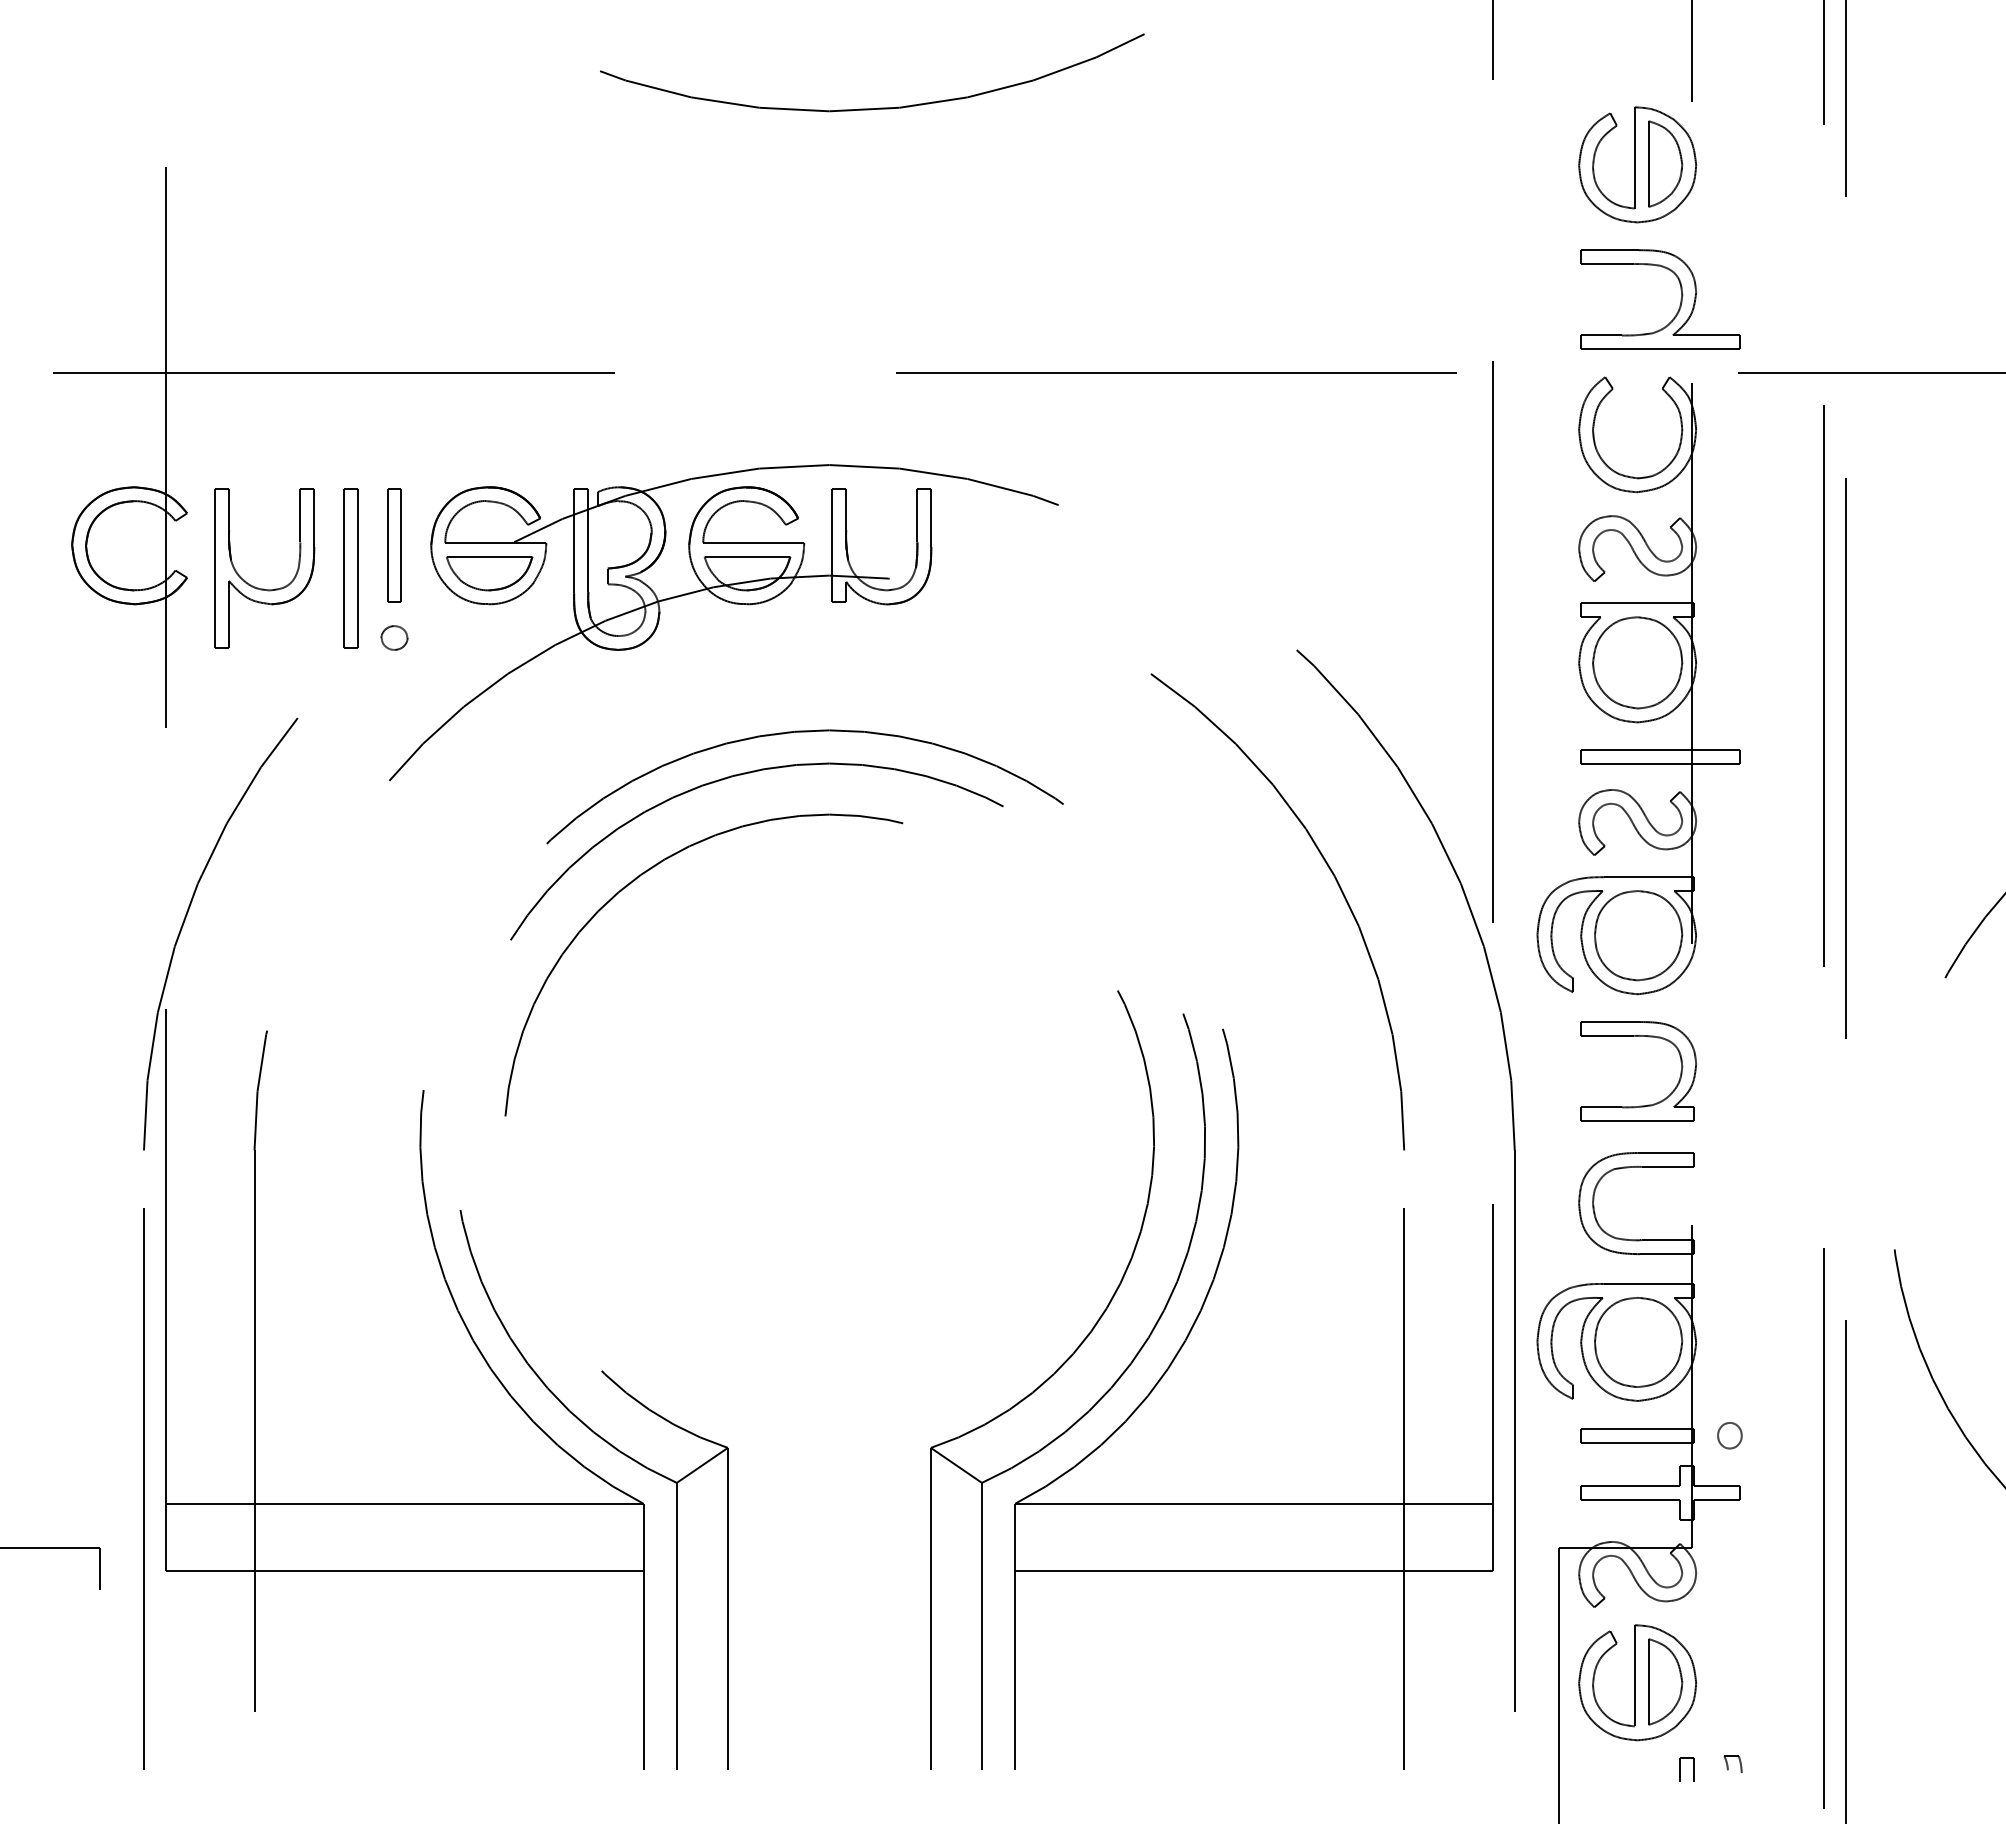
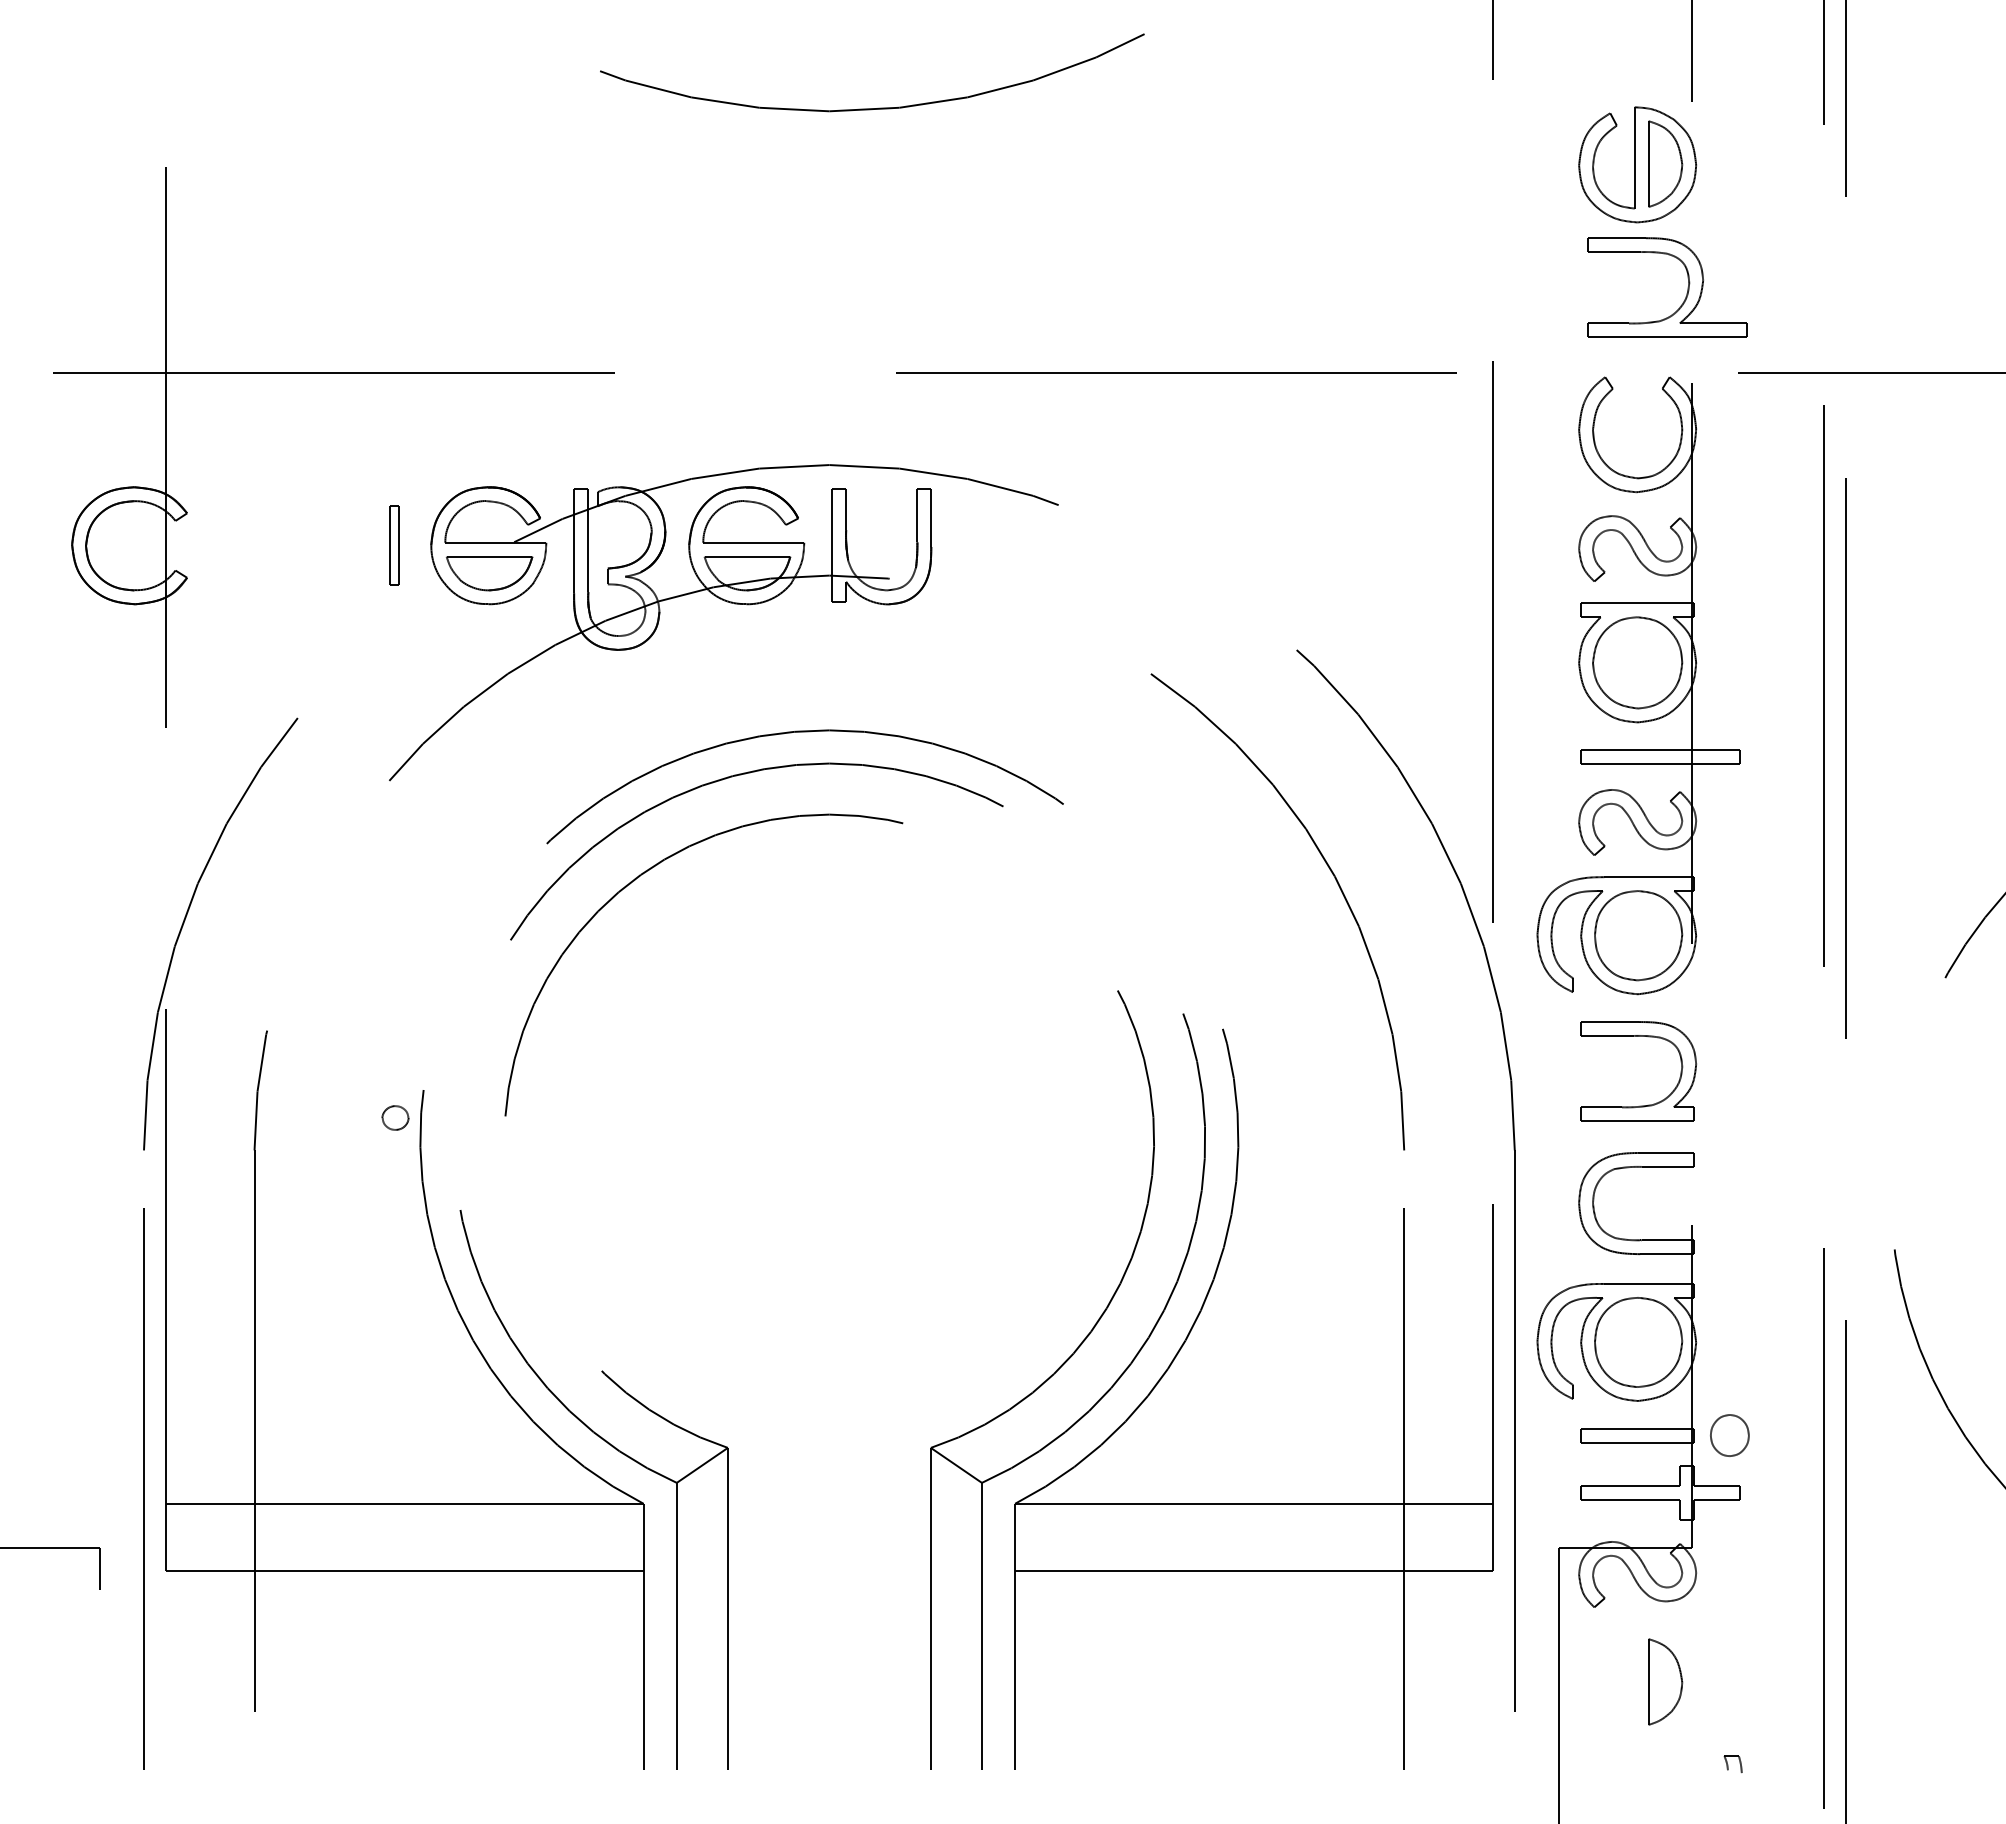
part at (1679, 305) position: (1679, 305) -> (1686, 293)
part at (394, 545) size: 15x115 px -> 11x81 px
part at (350, 568): present -> none
part at (258, 587): present -> none
part at (394, 637) position: (394, 637) -> (395, 1117)
part at (1729, 1435) size: 26x28 px -> 40x43 px
part at (1637, 1682): present -> none
part at (1686, 1769): present -> none
